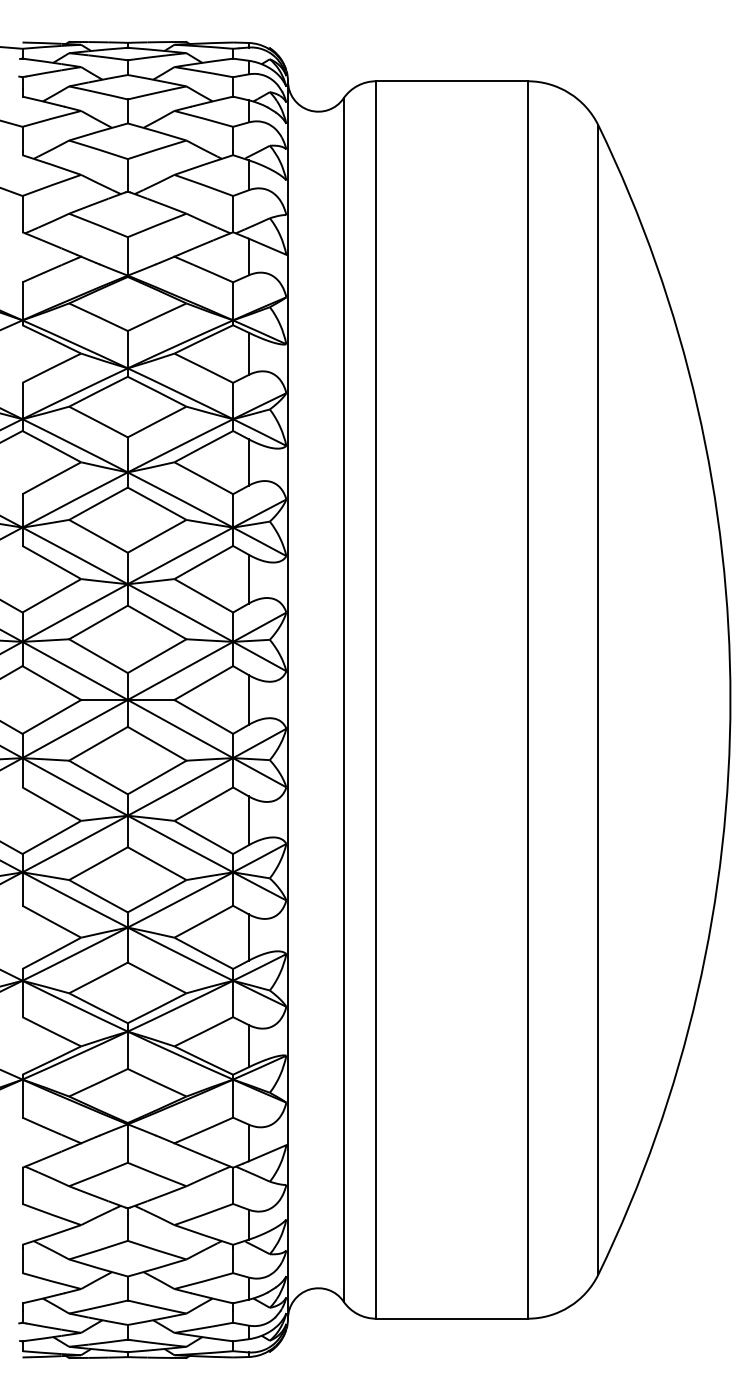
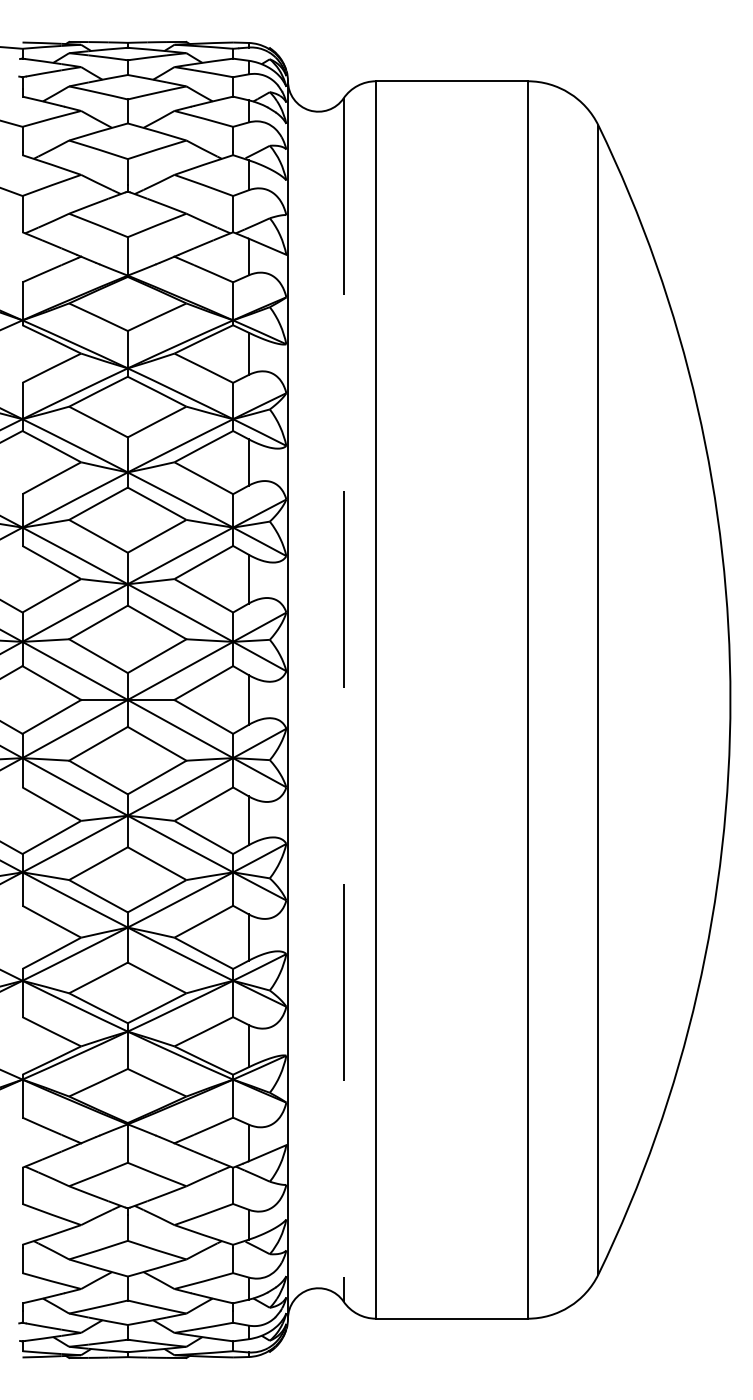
line at (343, 699): solid -> dashed
